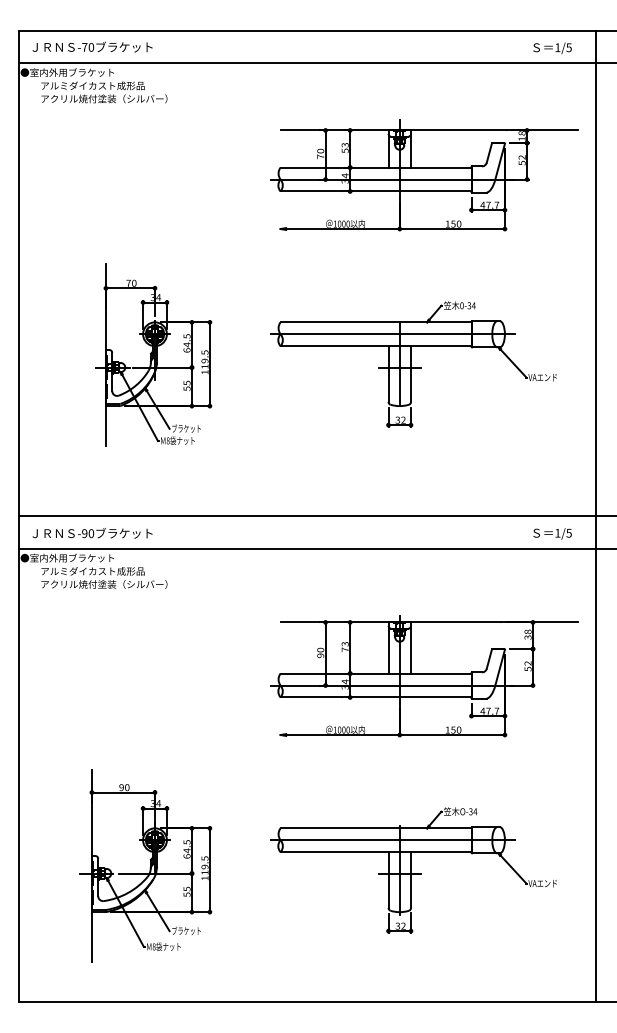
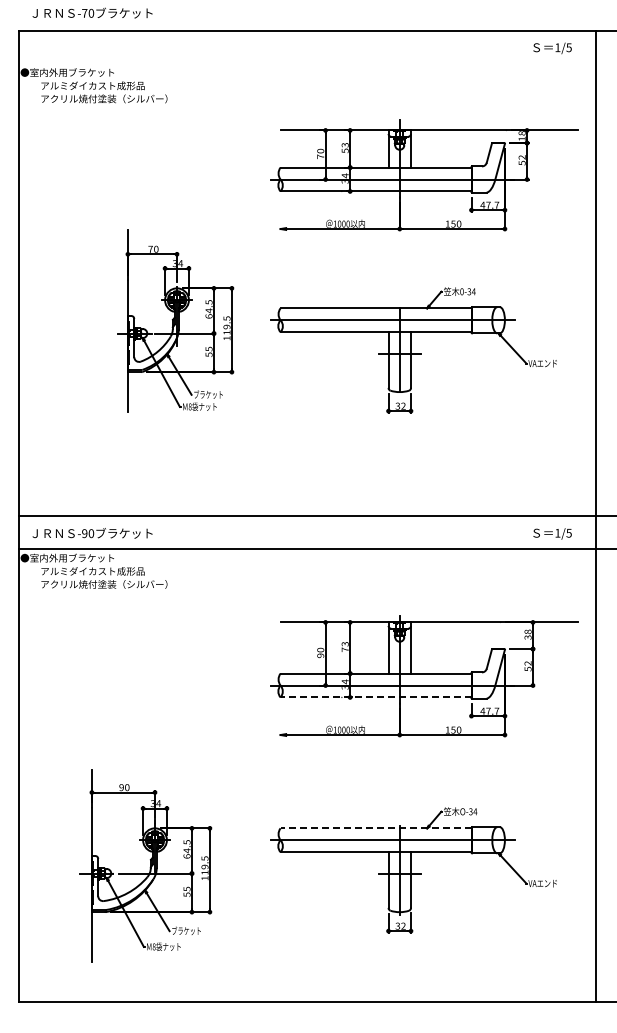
text at (92, 46) position: (92, 46) -> (92, 12)
line at (316, 63): present -> none
part at (153, 354) position: (153, 354) -> (175, 320)
part at (413, 364) position: (413, 364) -> (413, 350)
line at (375, 697): solid -> dashed
line at (375, 828): solid -> dashed
